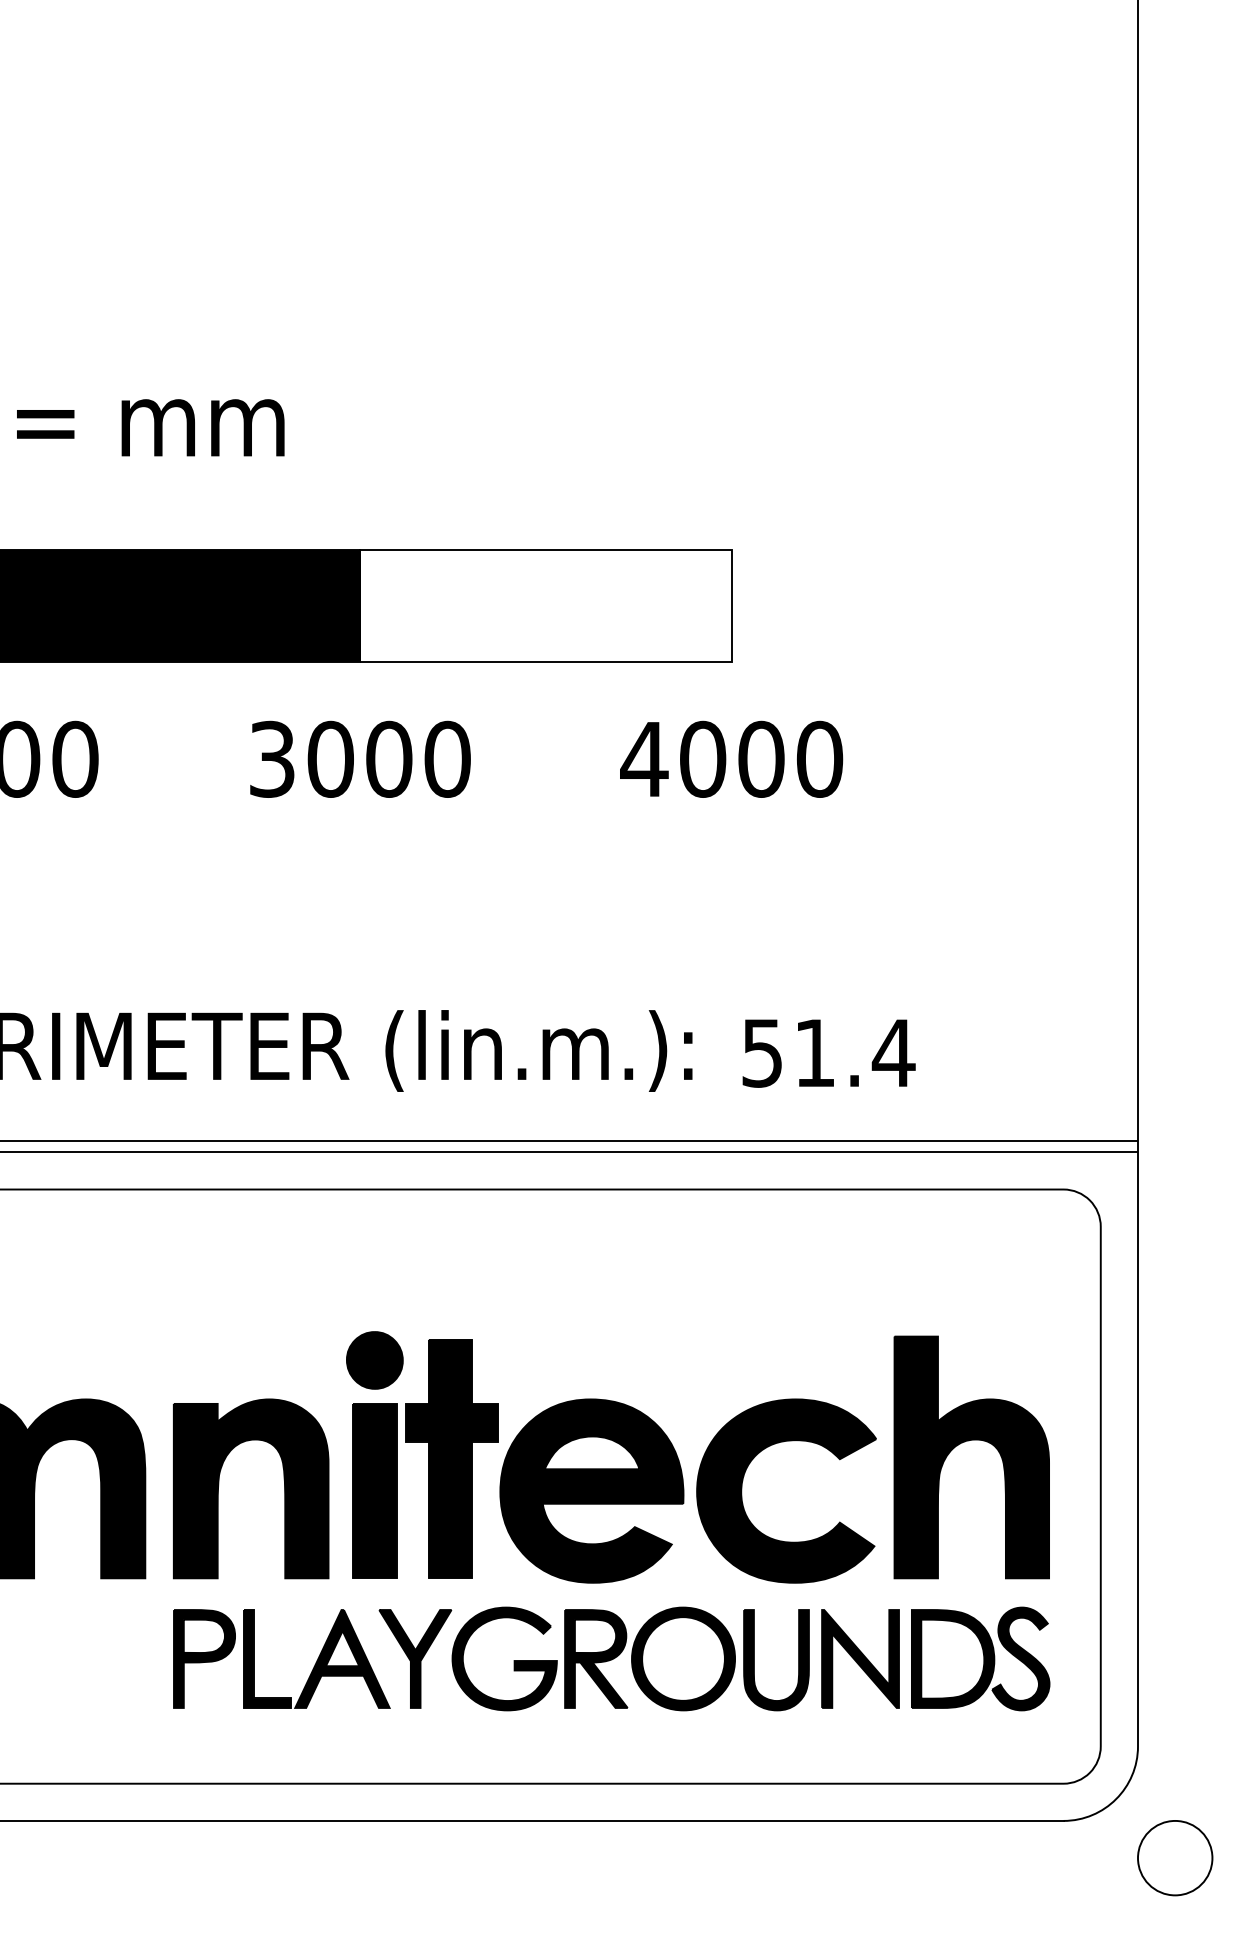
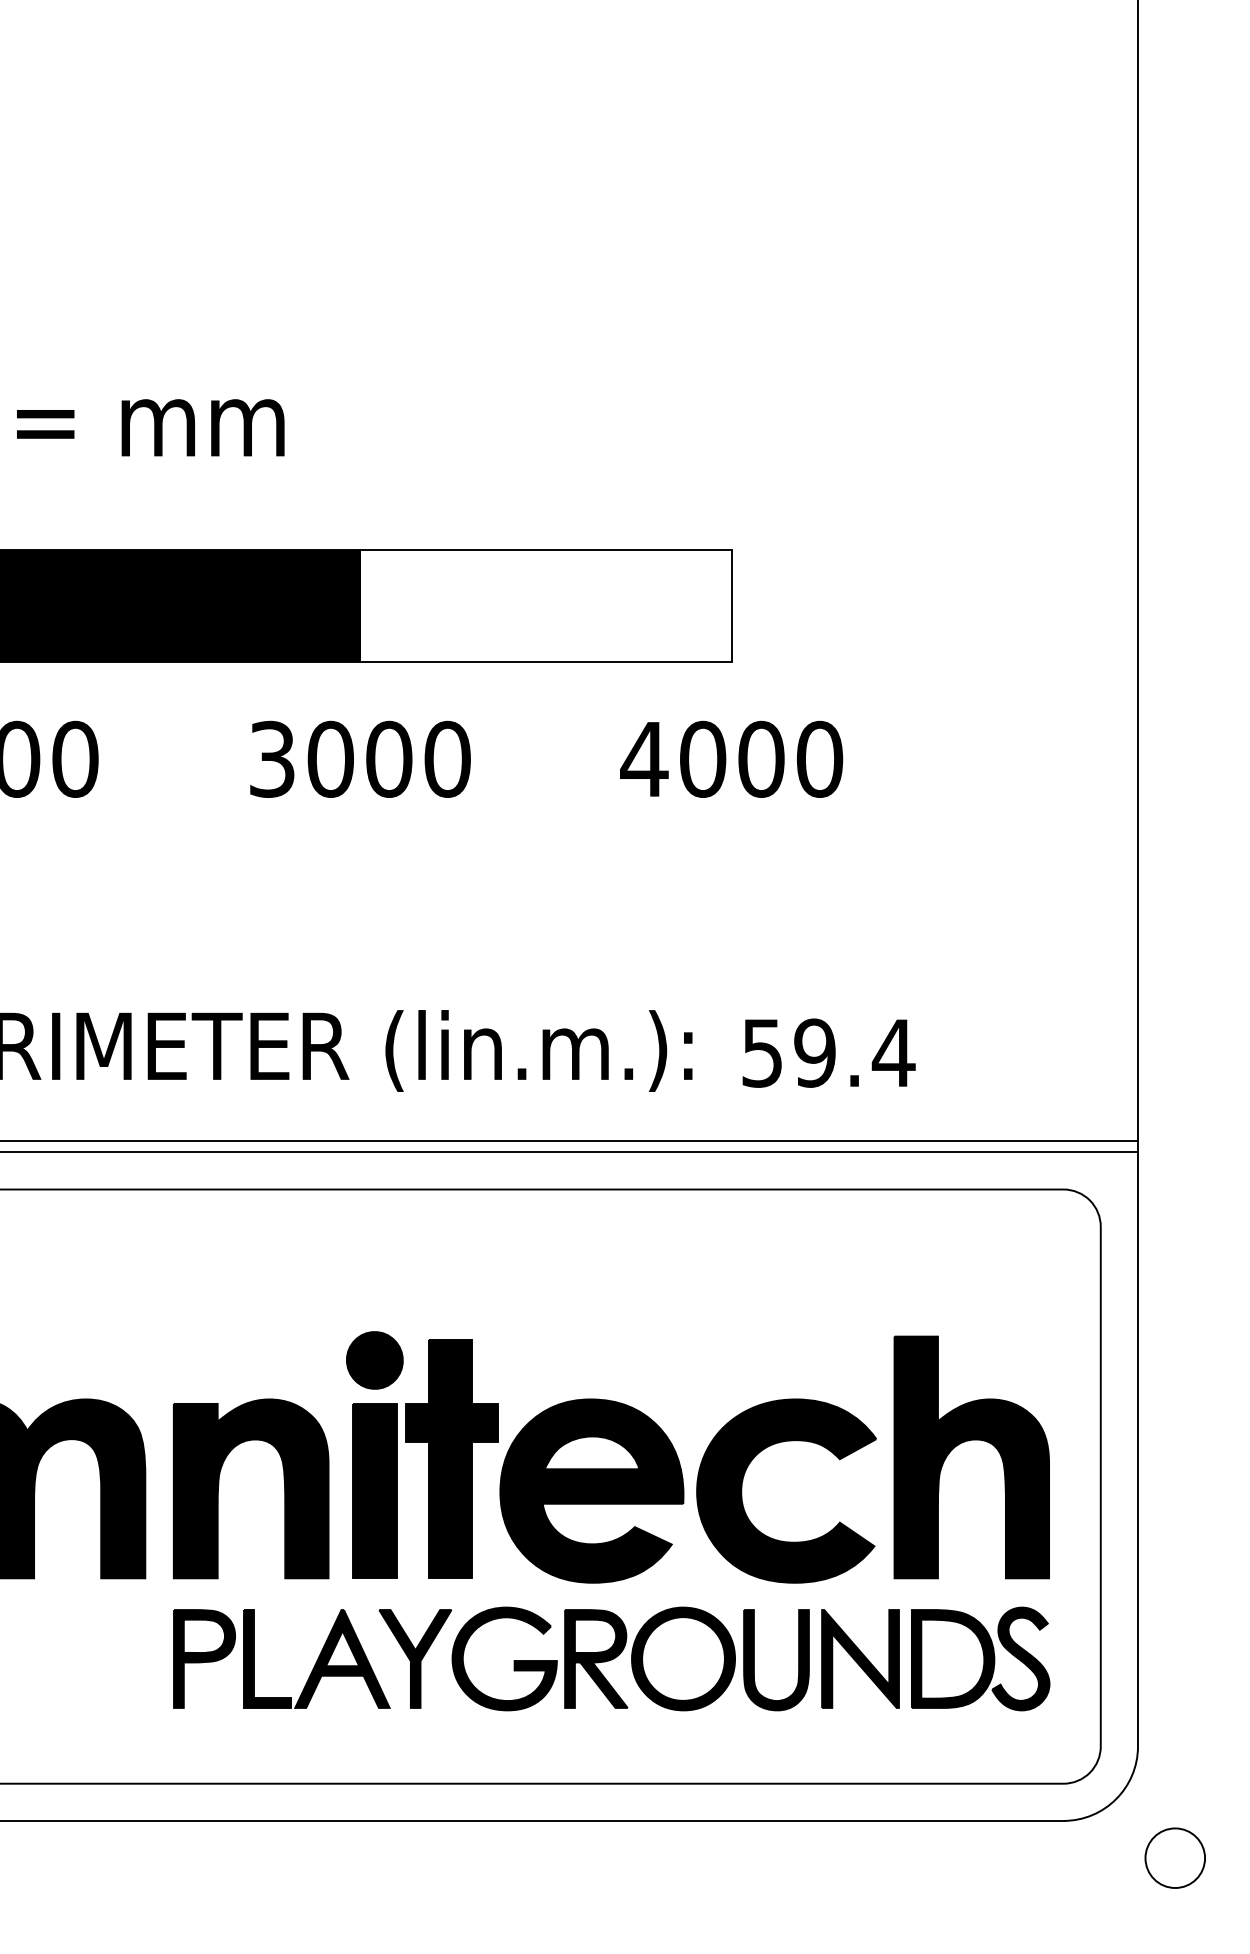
text at (814, 1052): 51.4 -> 59.4
circle at (1175, 1858) size: 77x77 px -> 62x62 px
